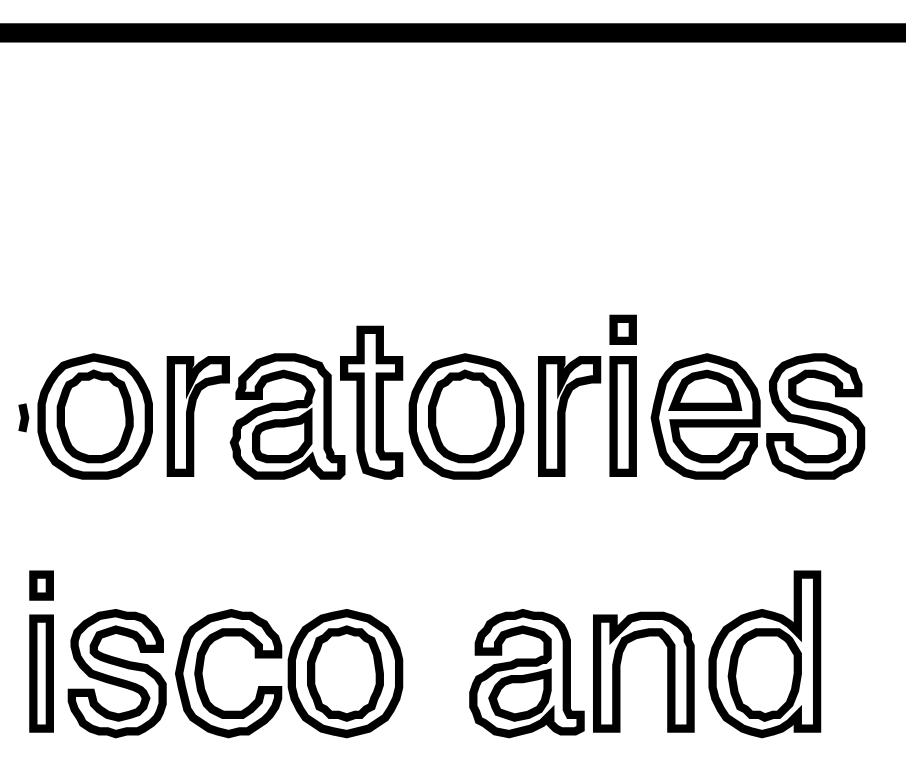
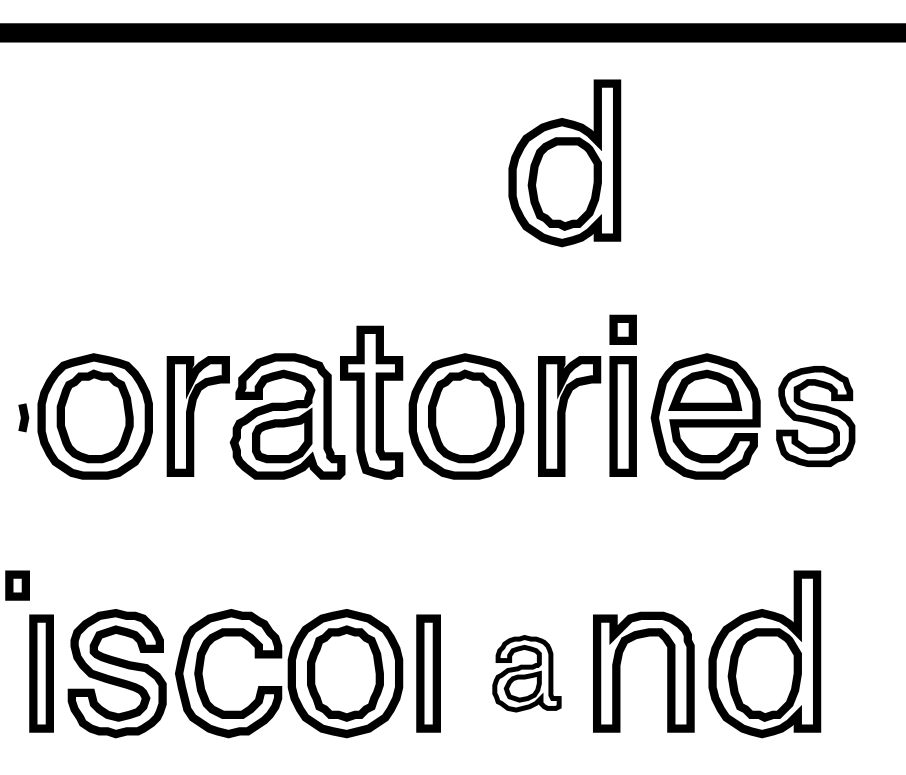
part at (564, 163): none -> present
part at (815, 416) size: 100x127 px -> 80x101 px
part at (41, 585) position: (41, 585) -> (17, 585)
part at (428, 673): none -> present
part at (526, 673) size: 116x130 px -> 70x78 px
